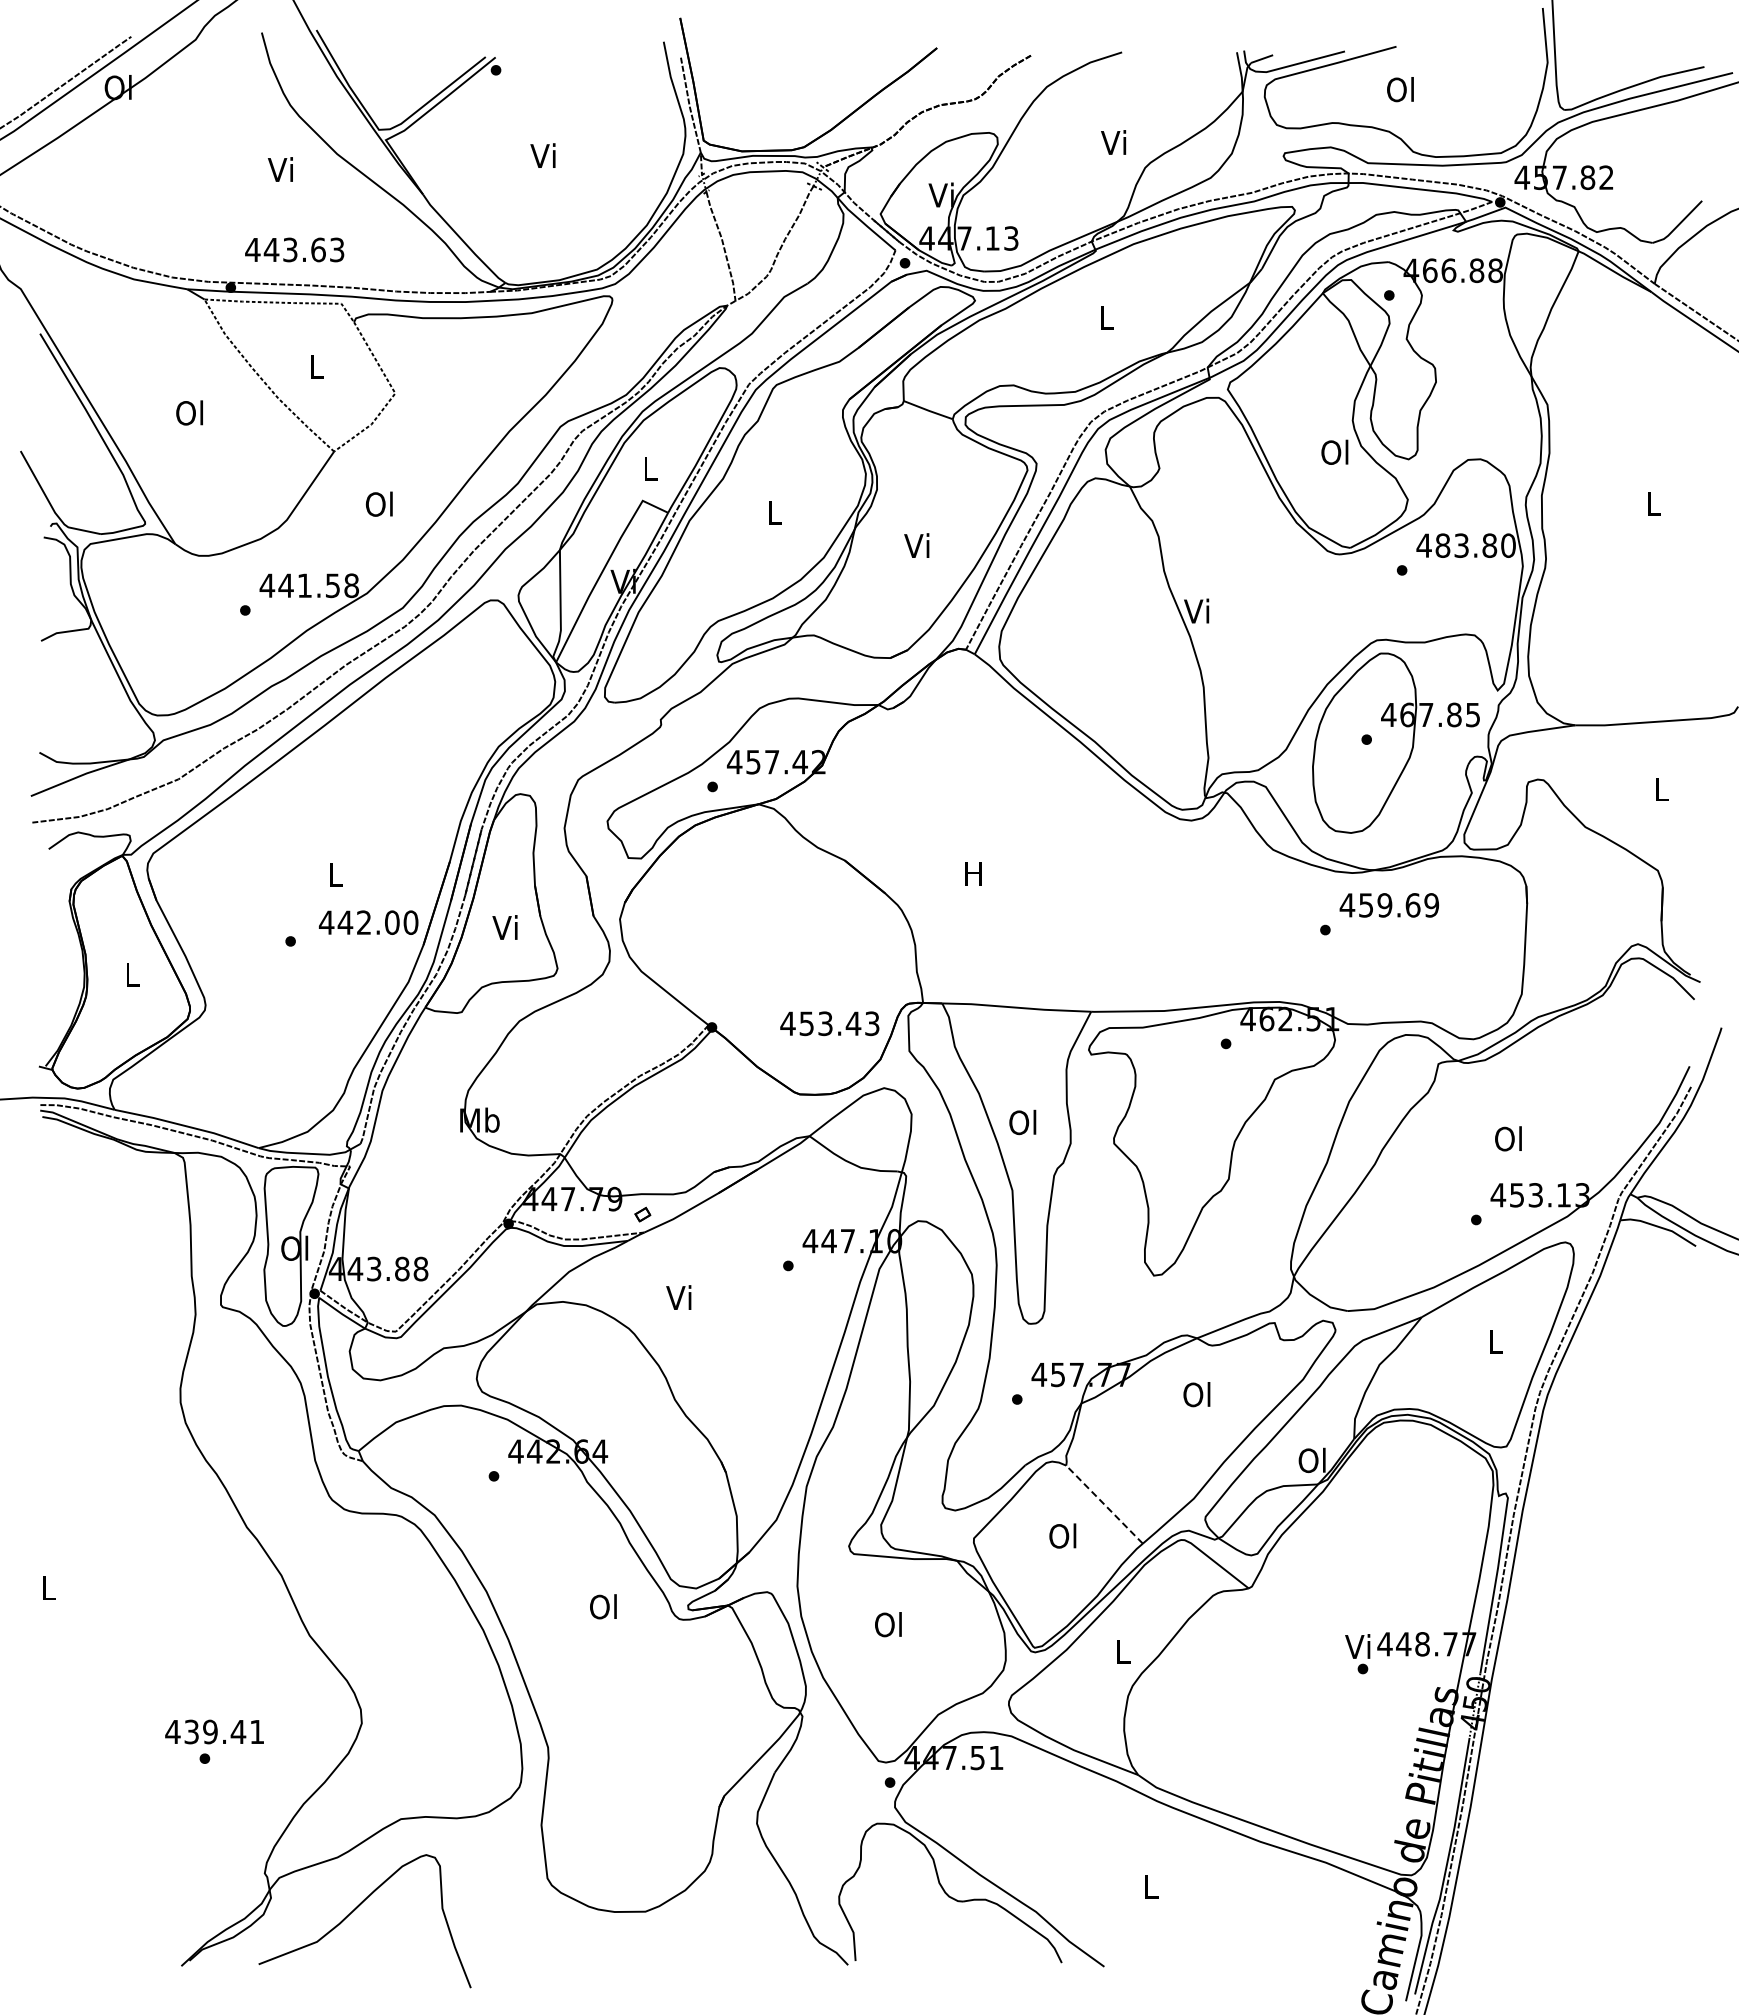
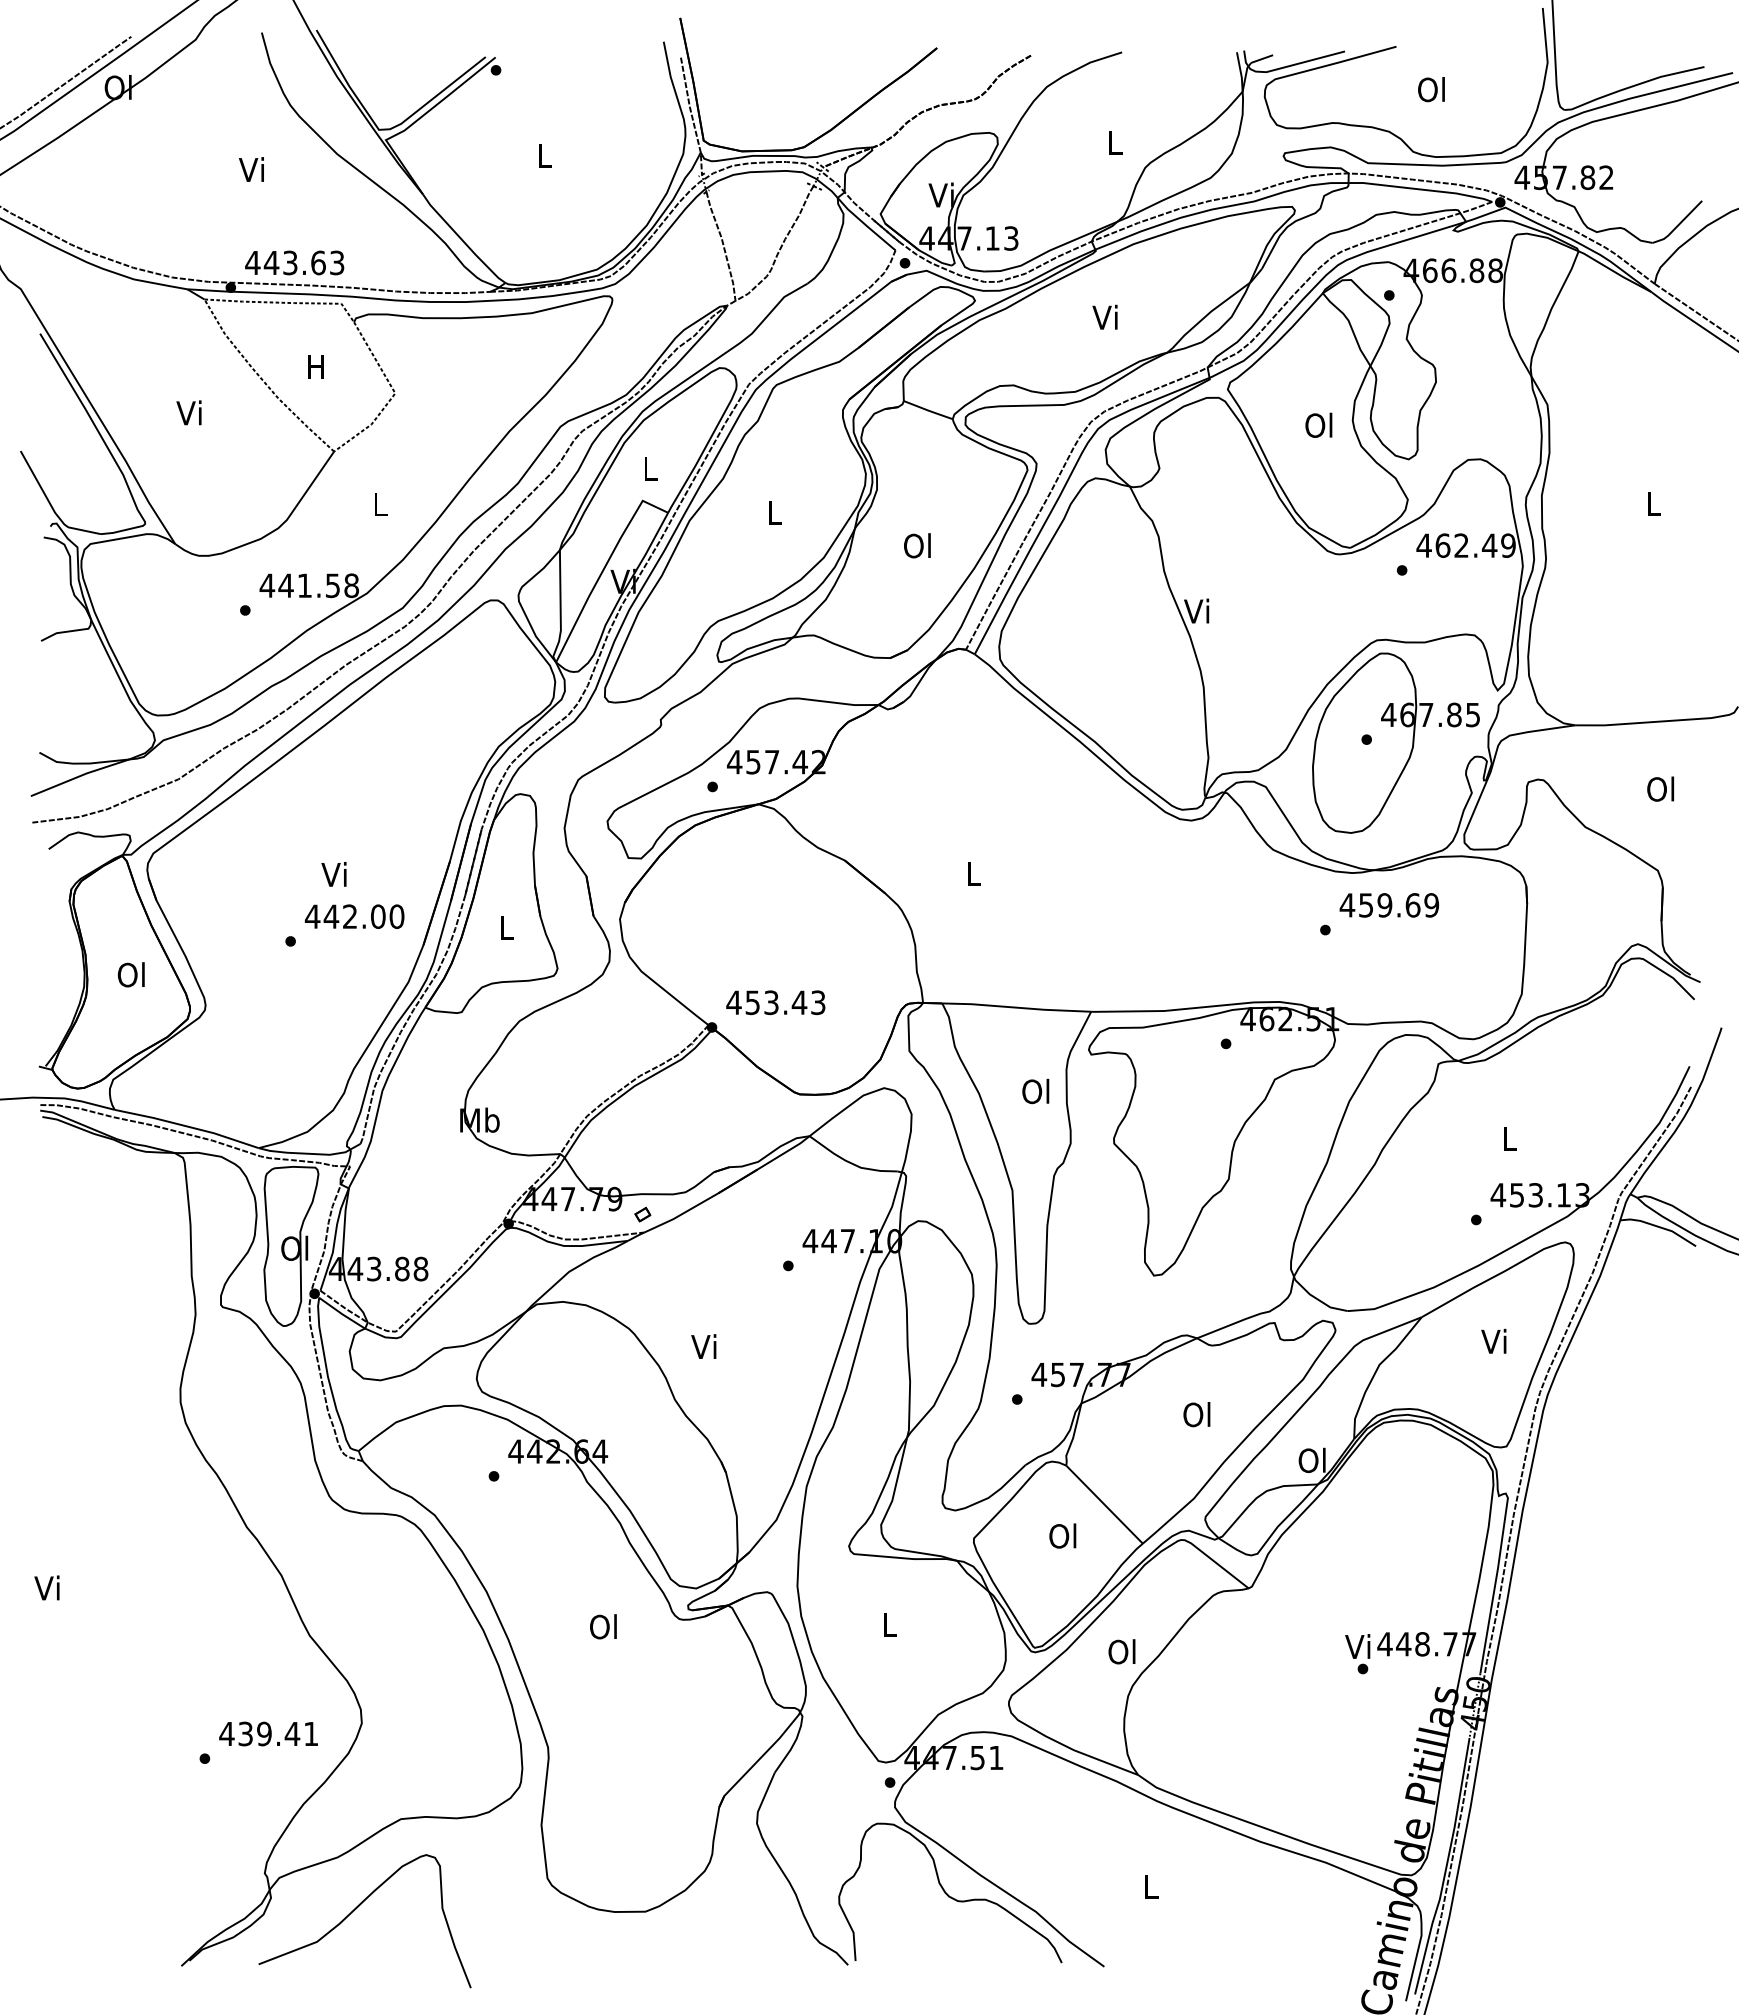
text at (1400, 89) position: (1400, 89) -> (1431, 89)
text at (1113, 142): Vi -> L
text at (542, 155): Vi -> L
text at (280, 169) position: (280, 169) -> (251, 169)
text at (294, 249) position: (294, 249) -> (294, 262)
text at (1104, 316): L -> Vi
text at (315, 366): L -> H
text at (189, 412): Ol -> Vi
text at (1334, 451) position: (1334, 451) -> (1318, 424)
text at (378, 503): Ol -> L
text at (917, 545): Vi -> Ol
text at (1475, 545): 483.80 -> 462.49
text at (1660, 788): L -> Ol
text at (973, 873): H -> L
text at (333, 874): L -> Vi
text at (368, 922) position: (368, 922) -> (354, 916)
text at (504, 927): Vi -> L
text at (130, 974): L -> Ol
text at (829, 1023) position: (829, 1023) -> (775, 1002)
text at (1022, 1122) position: (1022, 1122) -> (1035, 1091)
text at (1508, 1138): Ol -> L
text at (678, 1297) position: (678, 1297) -> (703, 1346)
text at (1493, 1340): L -> Vi
text at (1196, 1394) position: (1196, 1394) -> (1196, 1414)
line at (1104, 1504): dashed -> solid
text at (46, 1587): L -> Vi
text at (603, 1606) position: (603, 1606) -> (603, 1626)
text at (888, 1624): Ol -> L
text at (1121, 1651): L -> Ol
text at (214, 1731) position: (214, 1731) -> (268, 1733)
